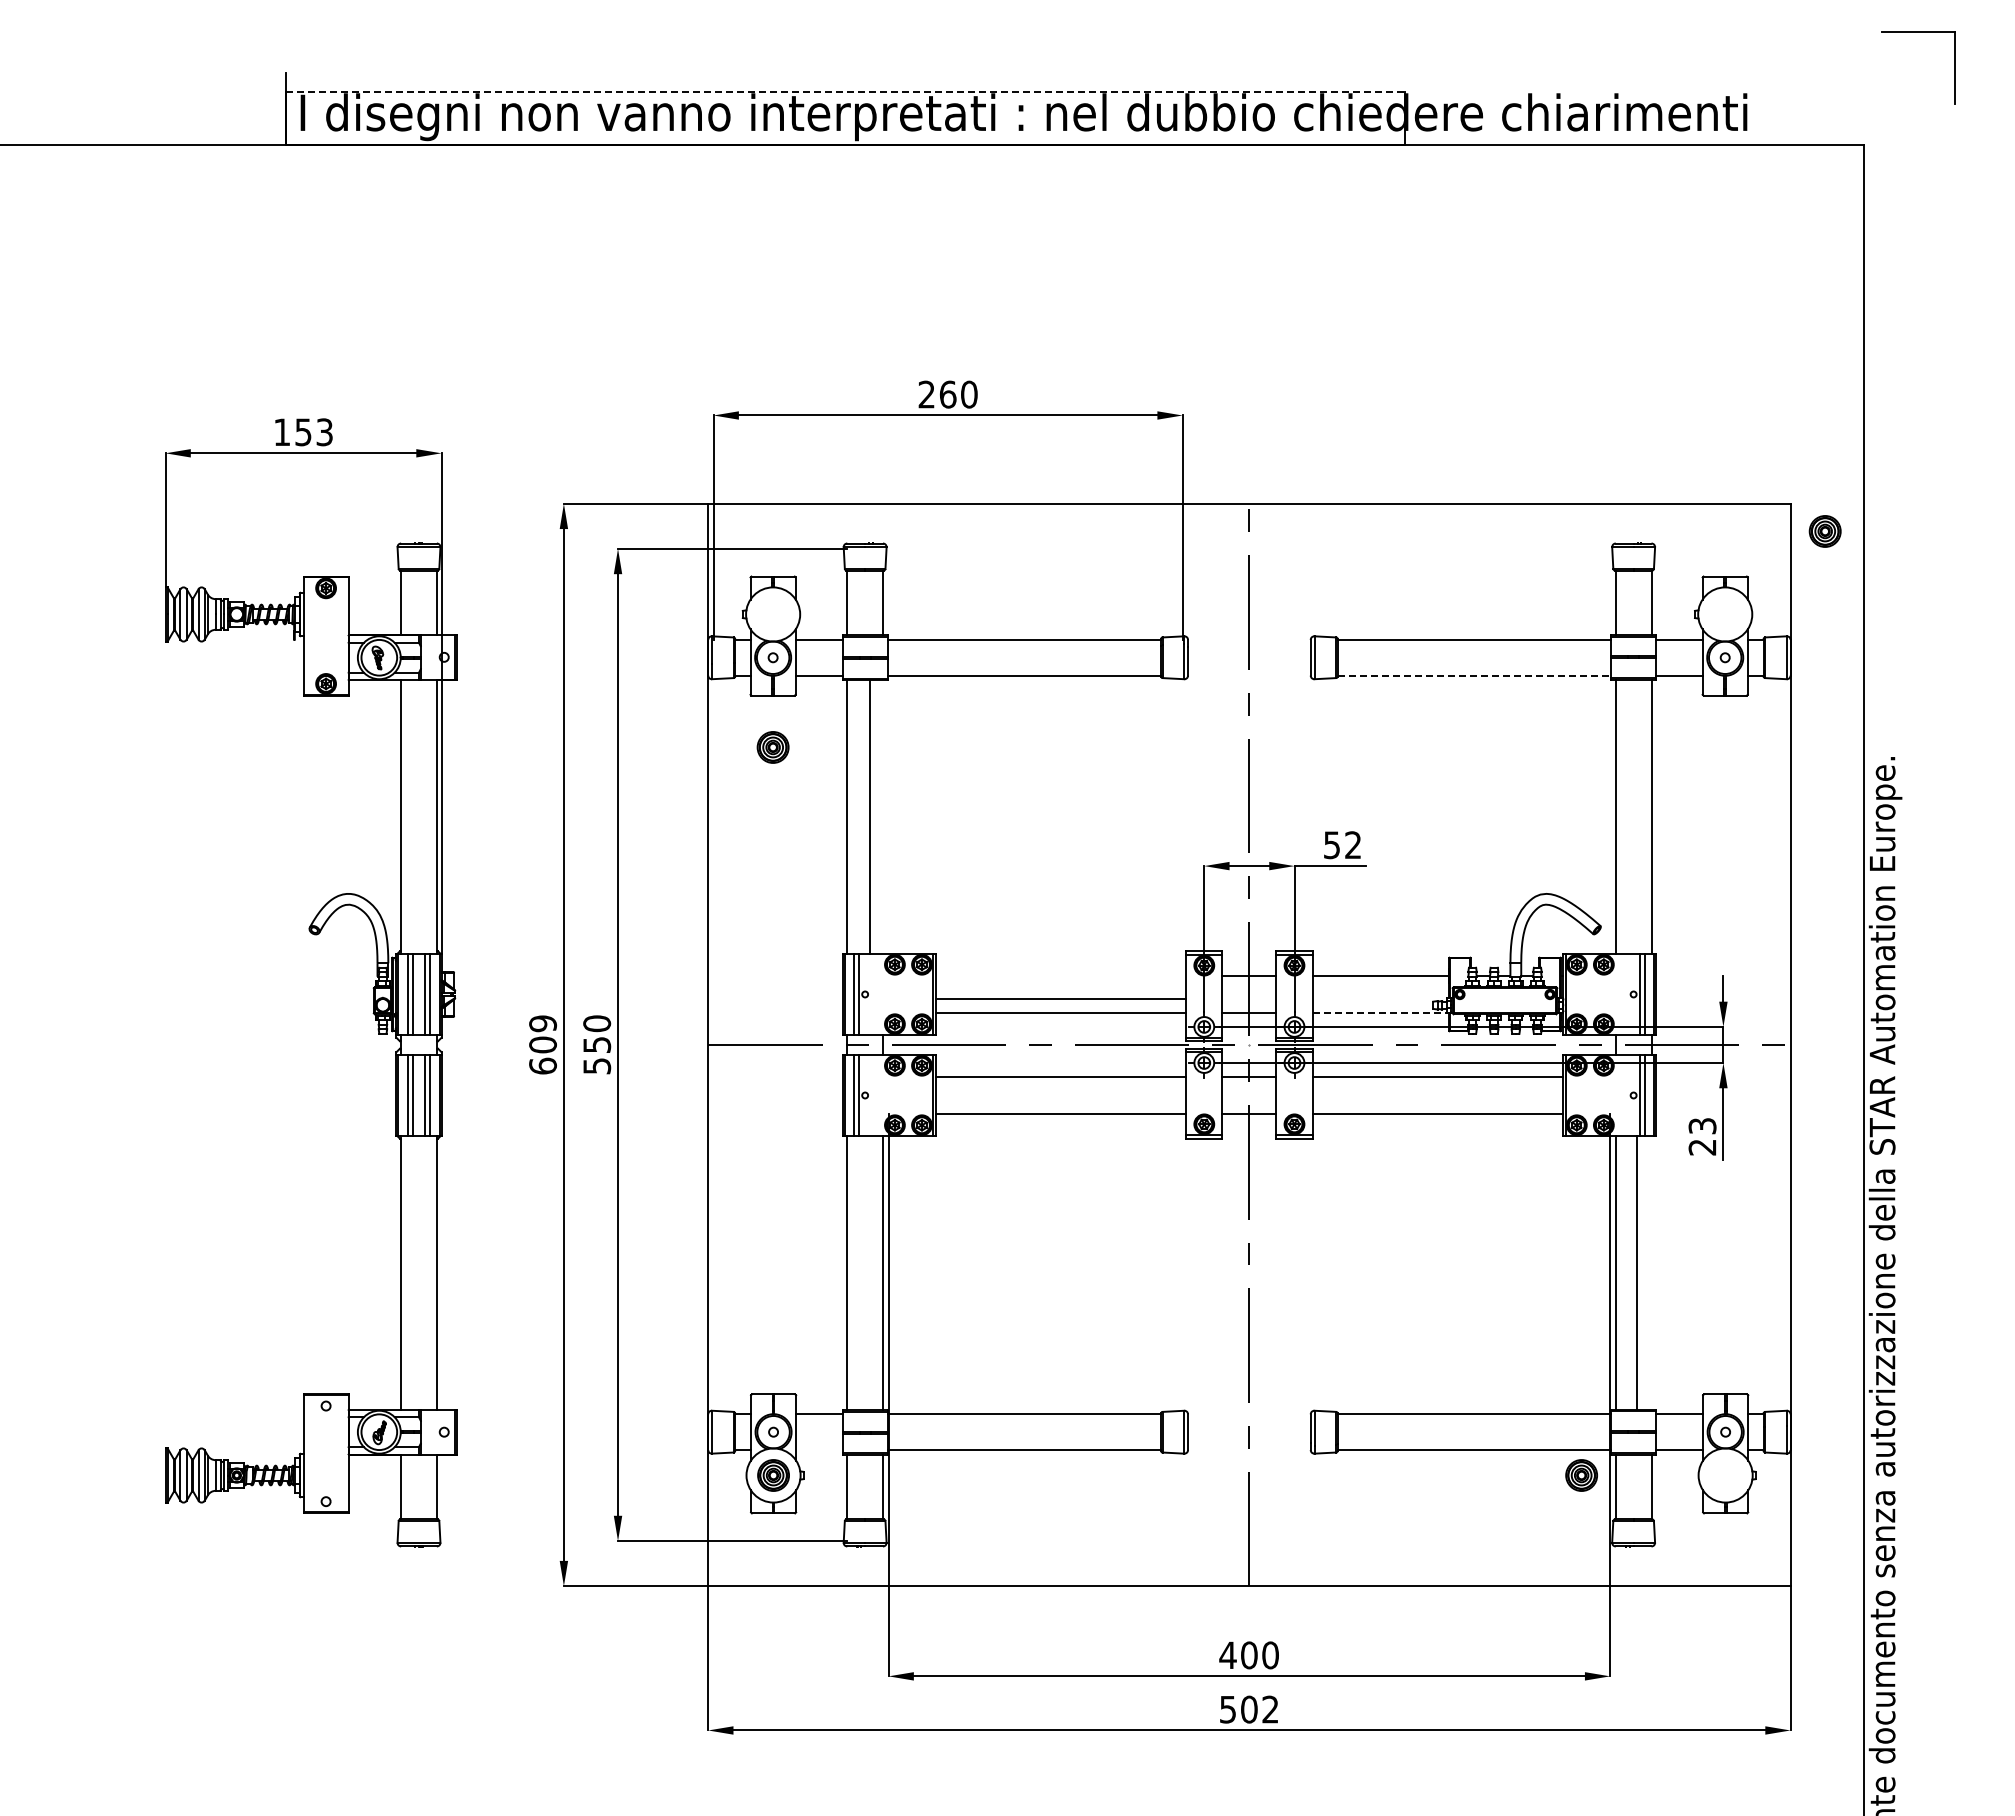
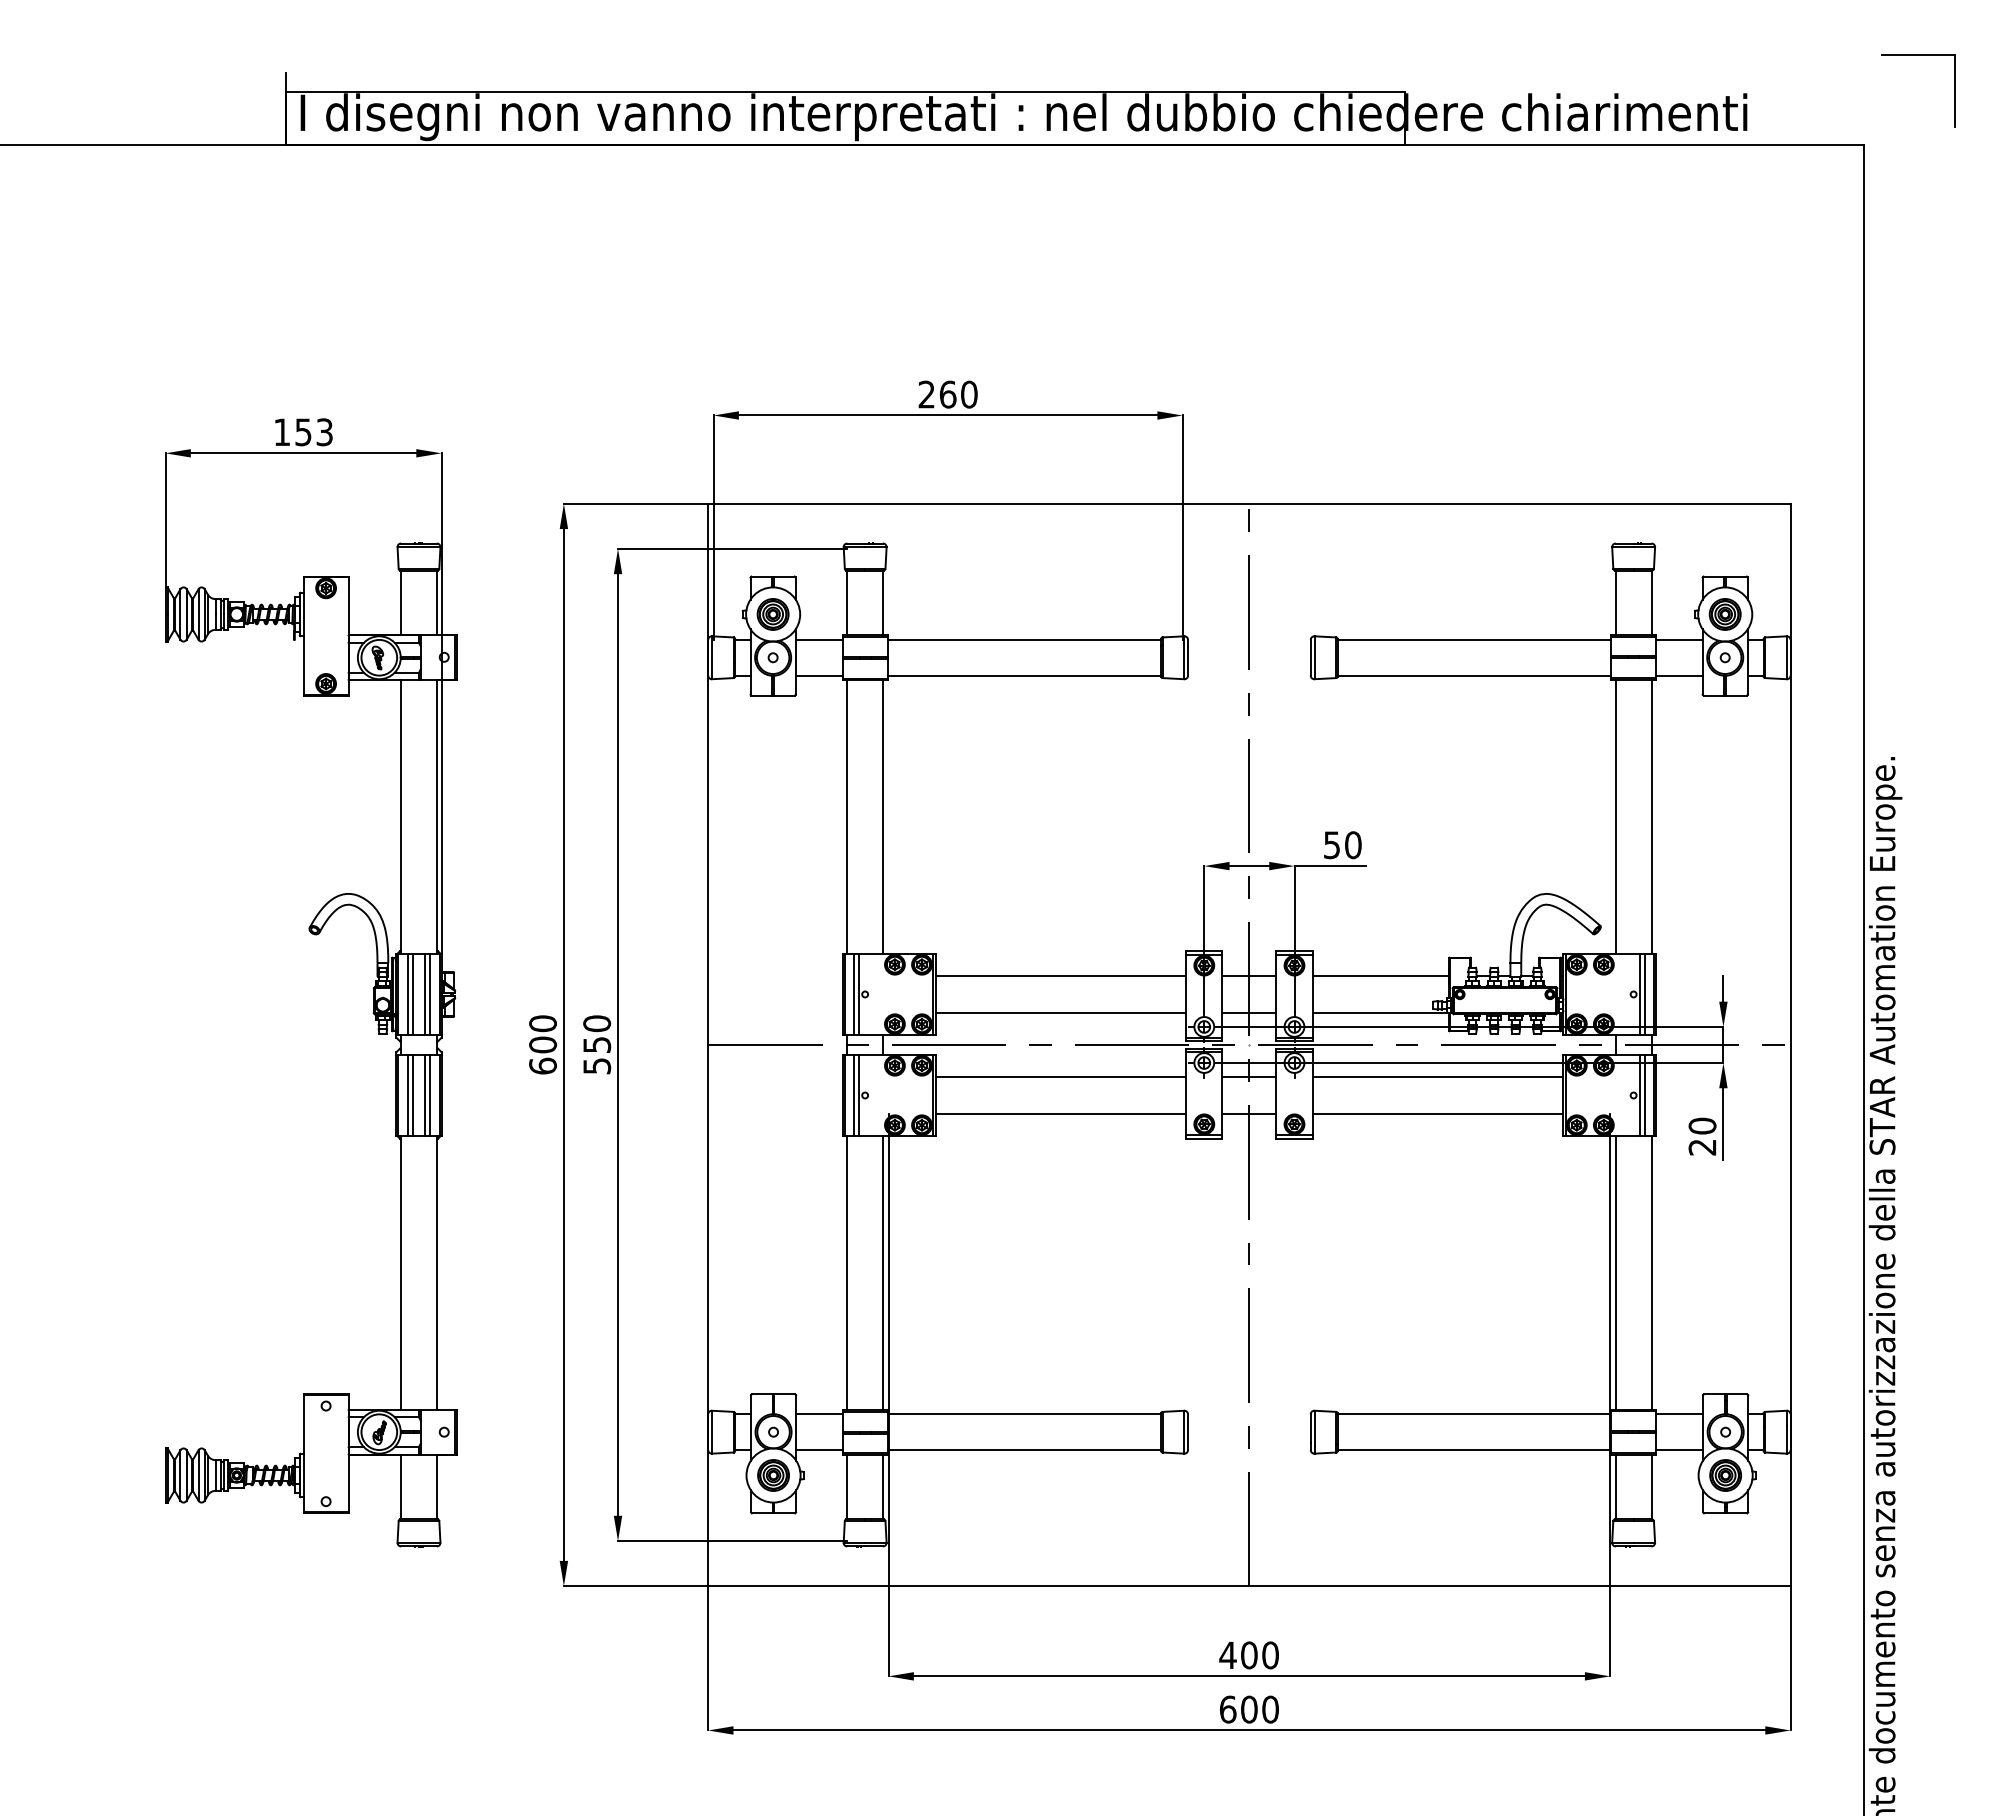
part at (1918, 32) position: (1918, 32) -> (1918, 55)
line at (845, 92): dashed -> solid
part at (1824, 531) position: (1824, 531) -> (1724, 614)
line at (1474, 675): dashed -> solid
part at (772, 747) position: (772, 747) -> (772, 614)
line at (870, 816) position: (870, 816) -> (883, 816)
text at (1353, 845): 52 -> 50
line at (1060, 999) position: (1060, 999) -> (1060, 976)
line at (1380, 1012): dashed -> solid
text at (543, 1023): 609 -> 600
text at (1702, 1125): 23 -> 20
line at (1636, 1272) position: (1636, 1272) -> (1651, 1272)
line at (819, 1450): none -> present
part at (1581, 1475) position: (1581, 1475) -> (1725, 1475)
text at (1248, 1709): 502 -> 600
